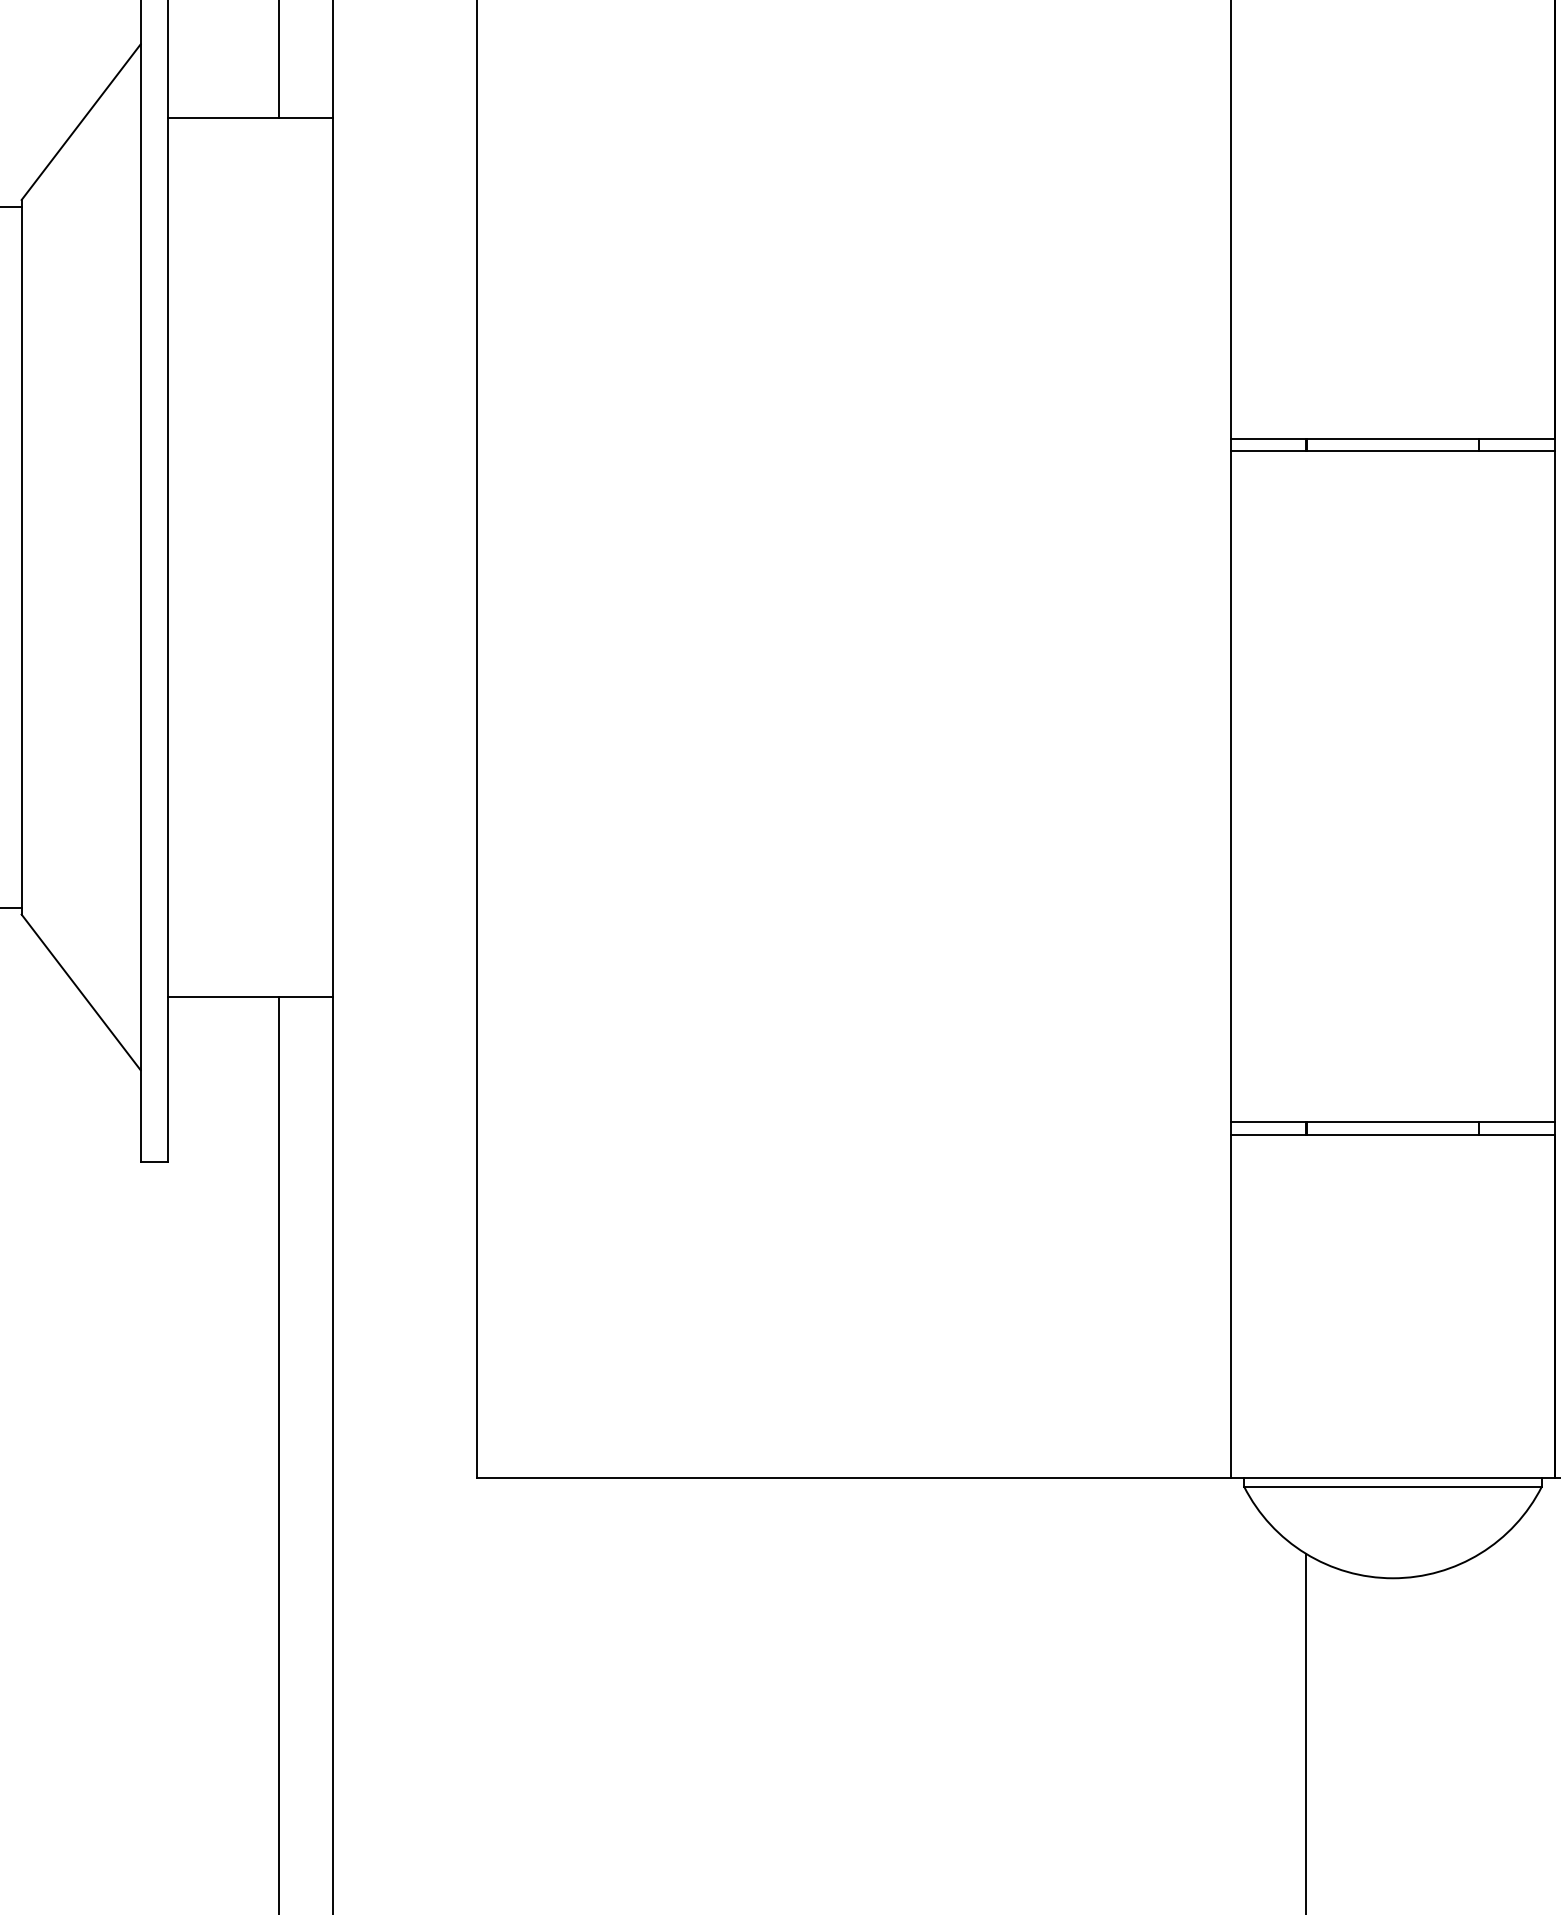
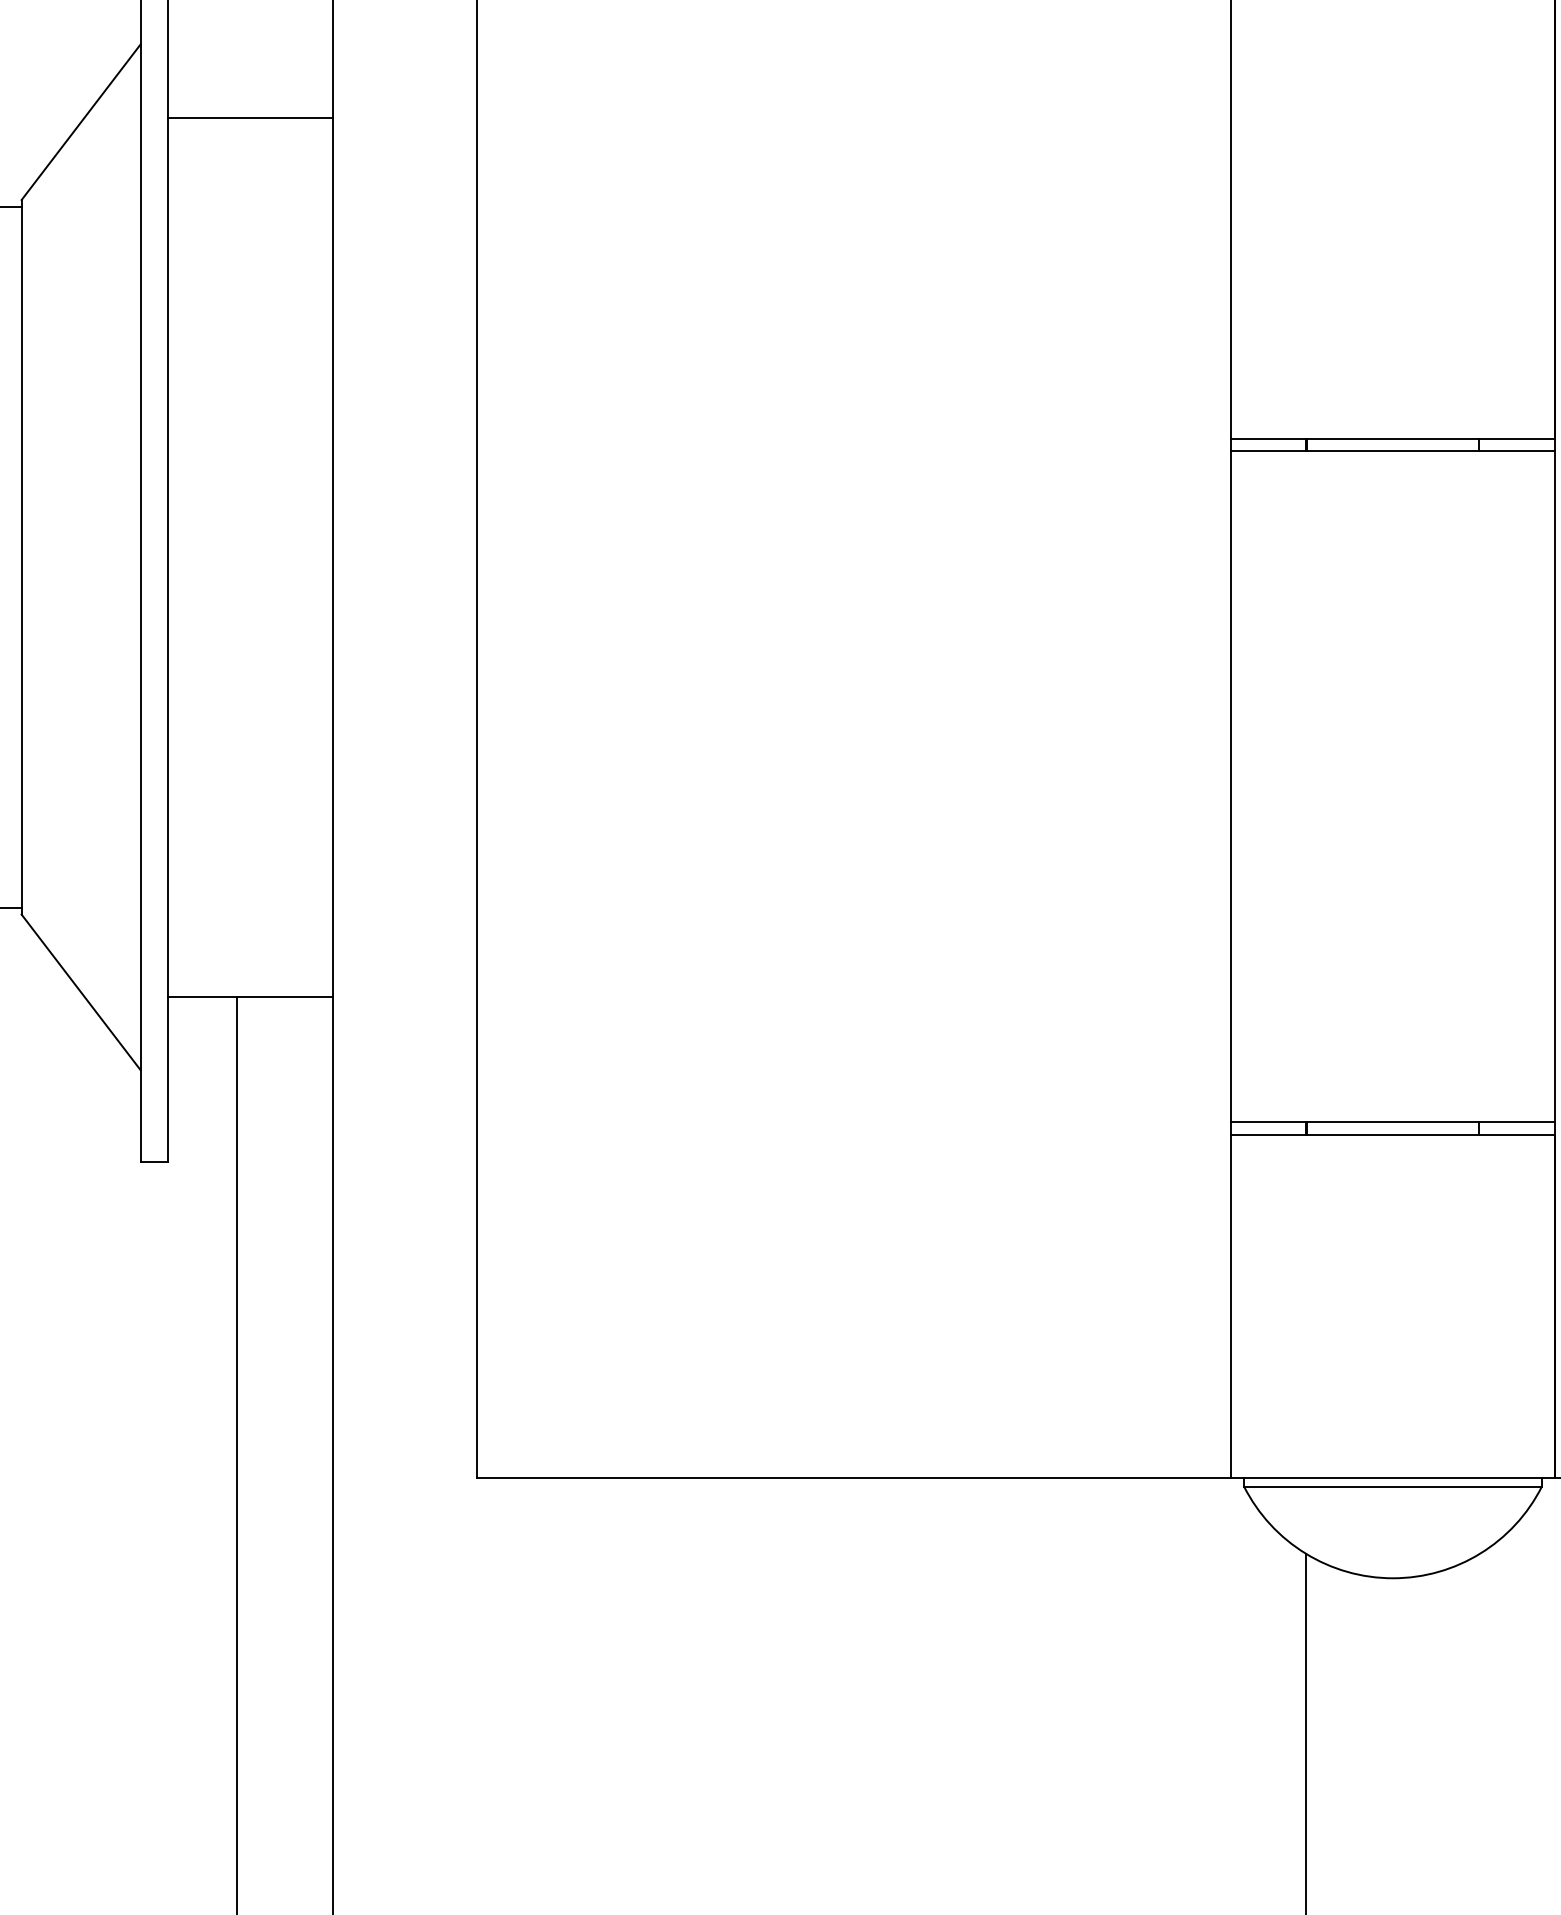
line at (279, 59): present -> none
line at (279, 1454) position: (279, 1454) -> (237, 1454)
